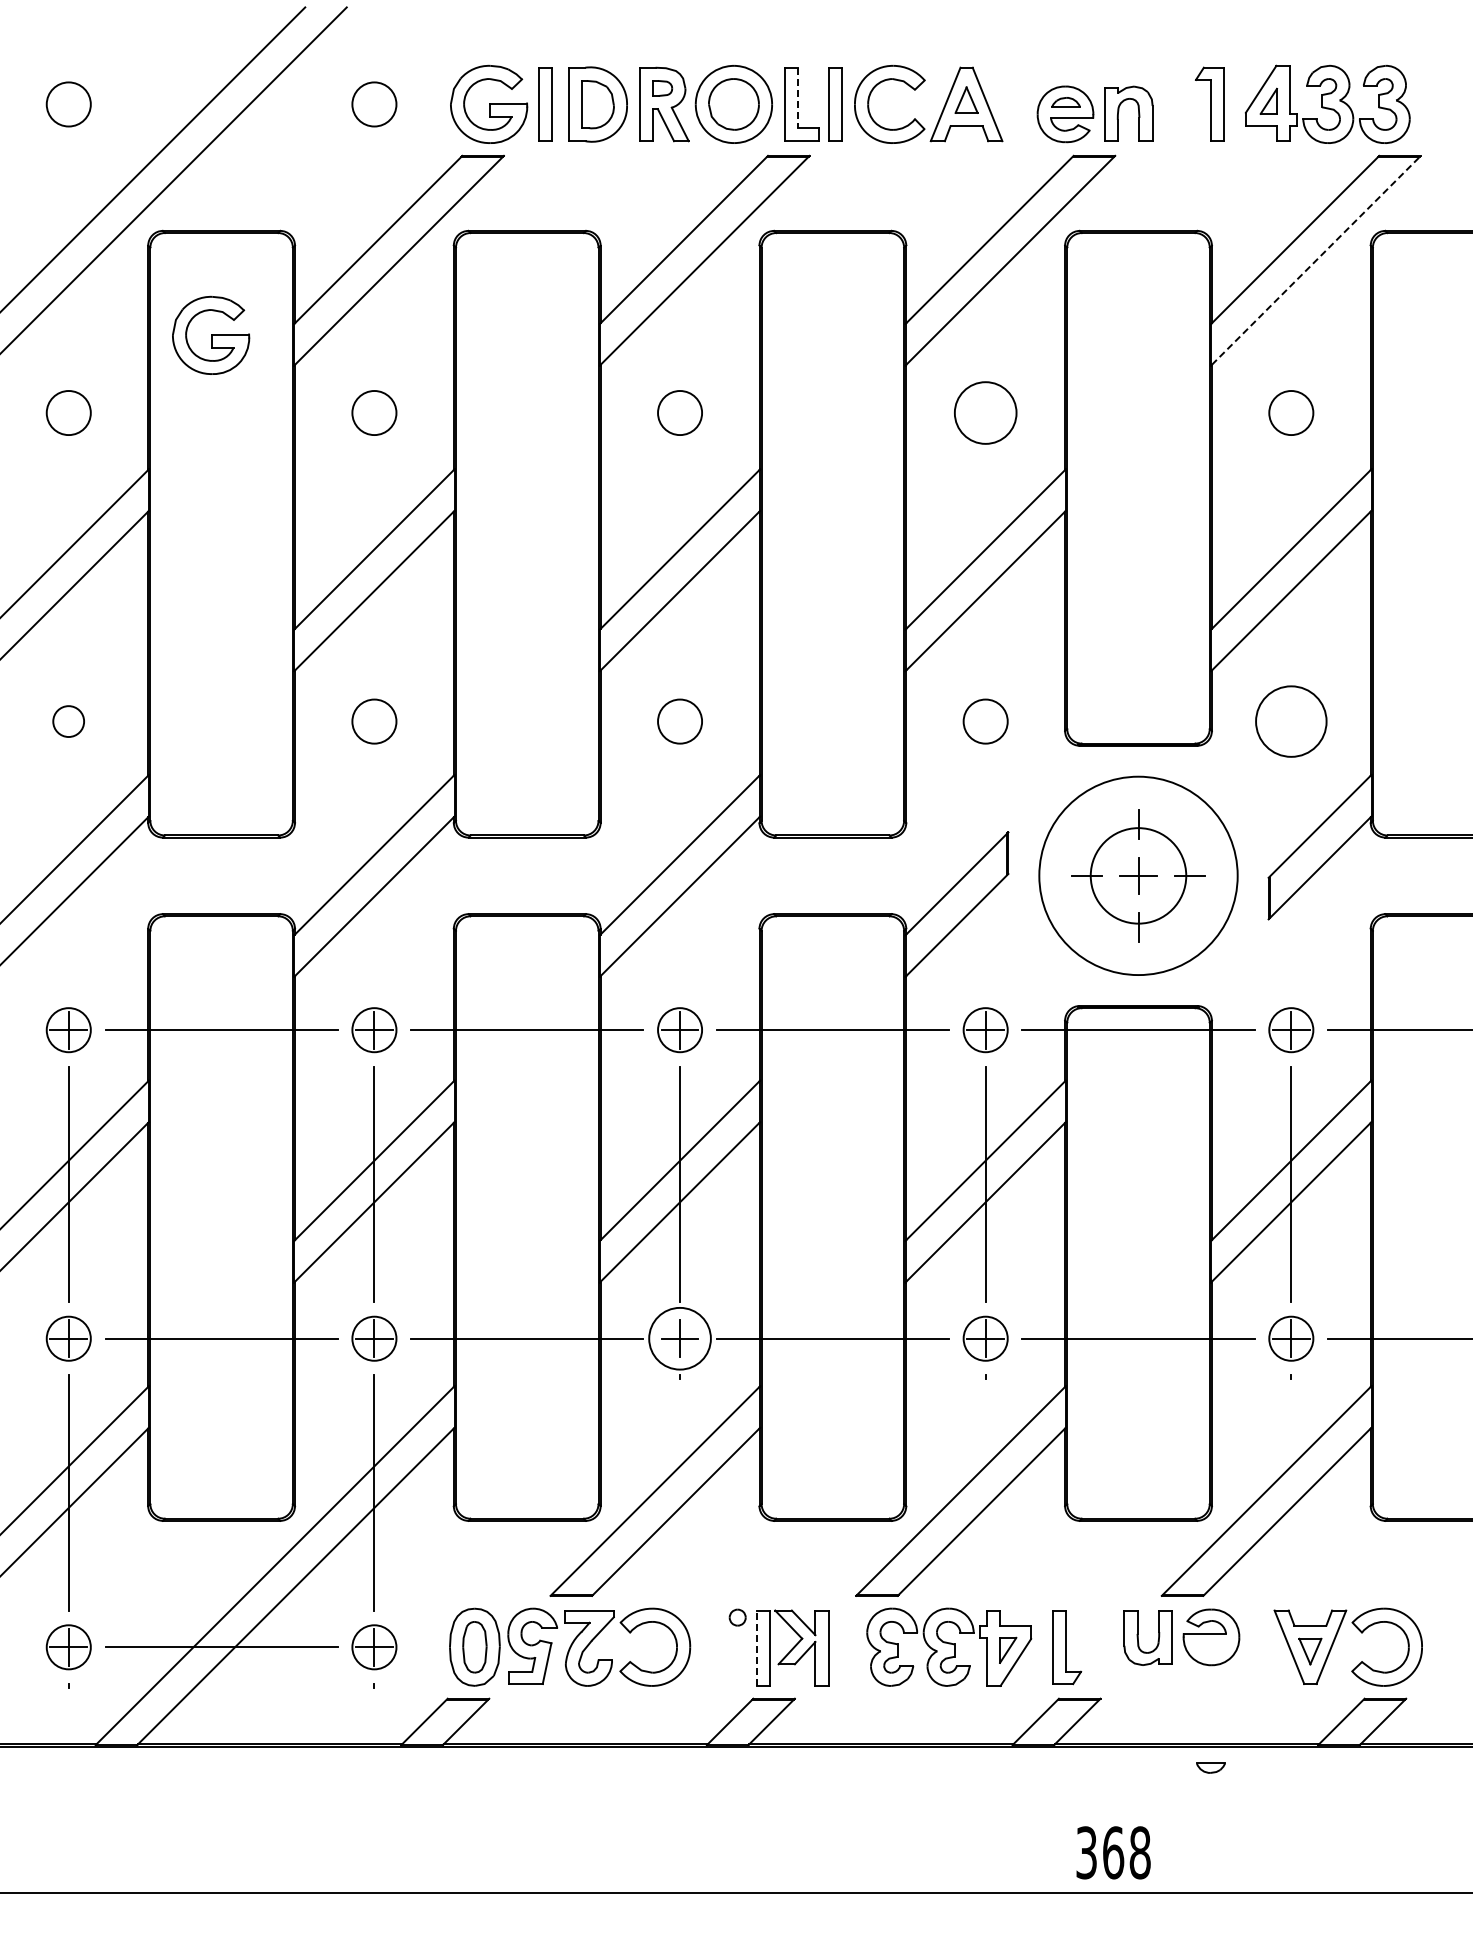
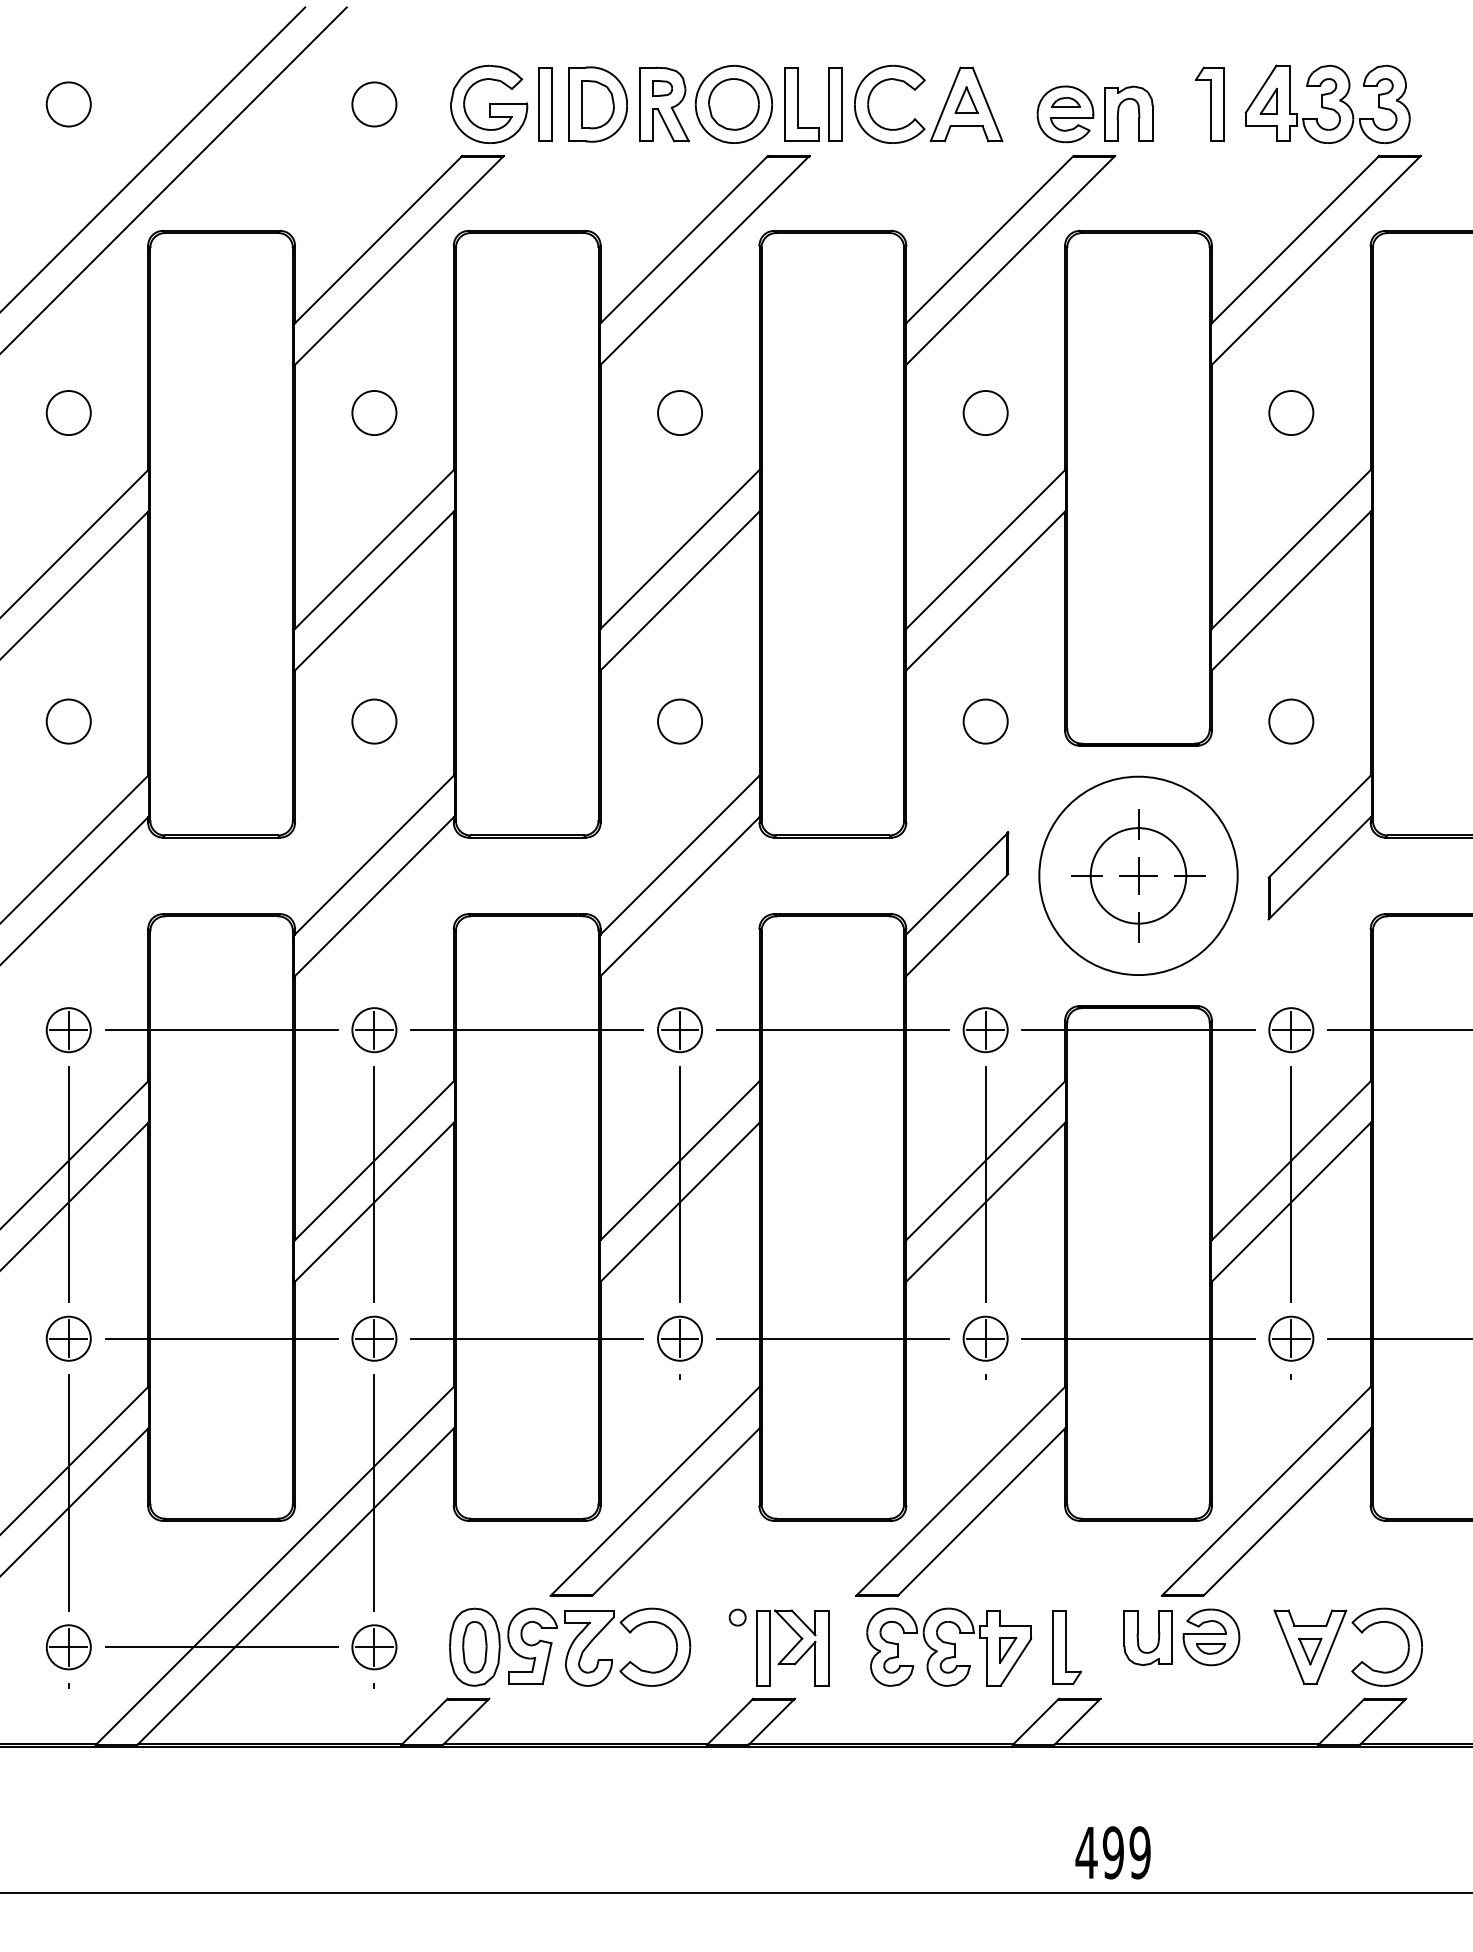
line at (798, 98): dashed -> solid
line at (1316, 260): dashed -> solid
part at (211, 334): present -> none
circle at (985, 412) diameter: 62 px -> 44 px
circle at (68, 721) size: 33x33 px -> 47x47 px
circle at (1291, 721) diameter: 71 px -> 44 px
circle at (679, 1338) diameter: 62 px -> 44 px
line at (757, 1648): dashed -> solid
part at (1210, 1767) position: (1210, 1767) -> (1210, 1648)
text at (1112, 1852): 368 -> 499
